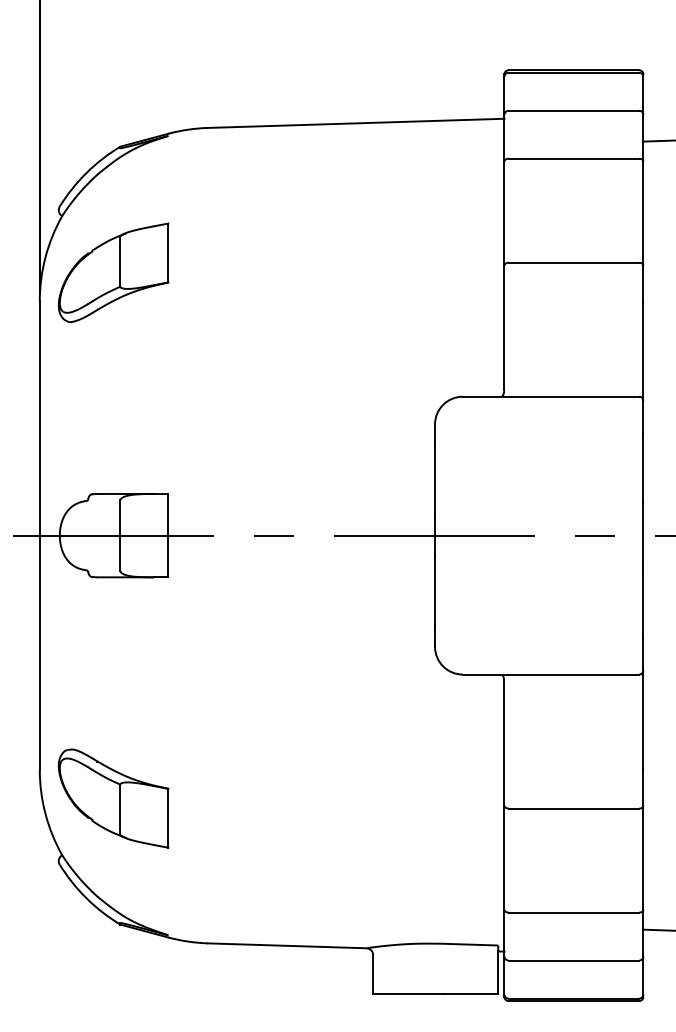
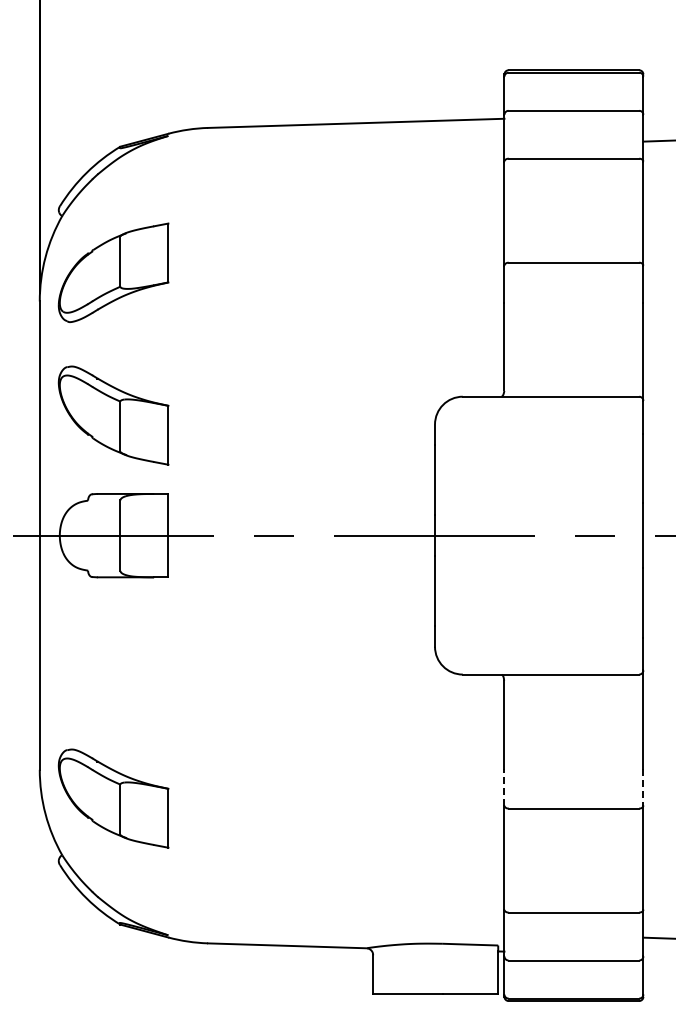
part at (113, 415): none -> present
line at (504, 786): solid -> dashed
line at (643, 787): solid -> dashed
line at (657, 929) position: (657, 929) -> (657, 937)
